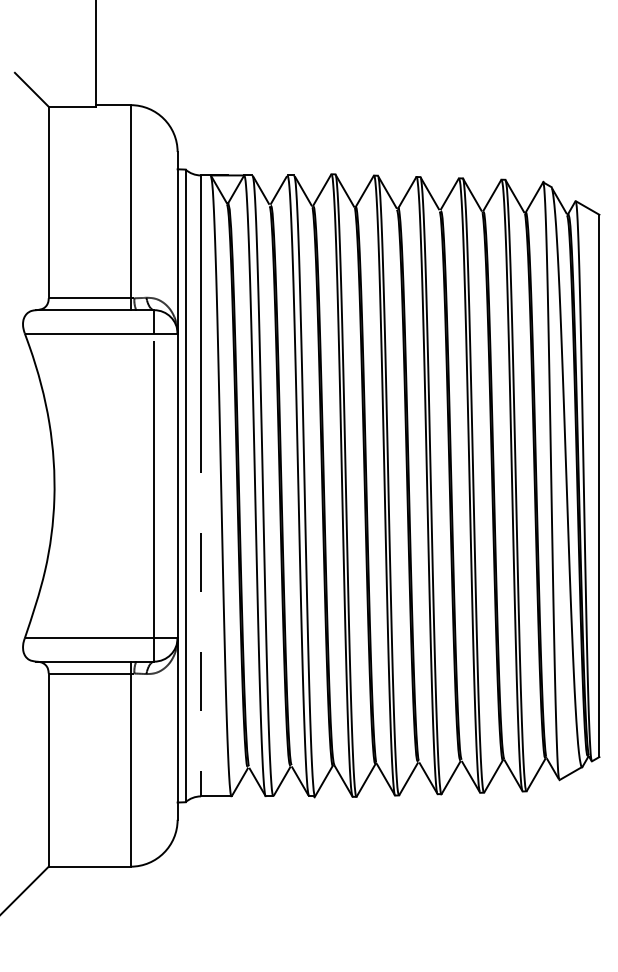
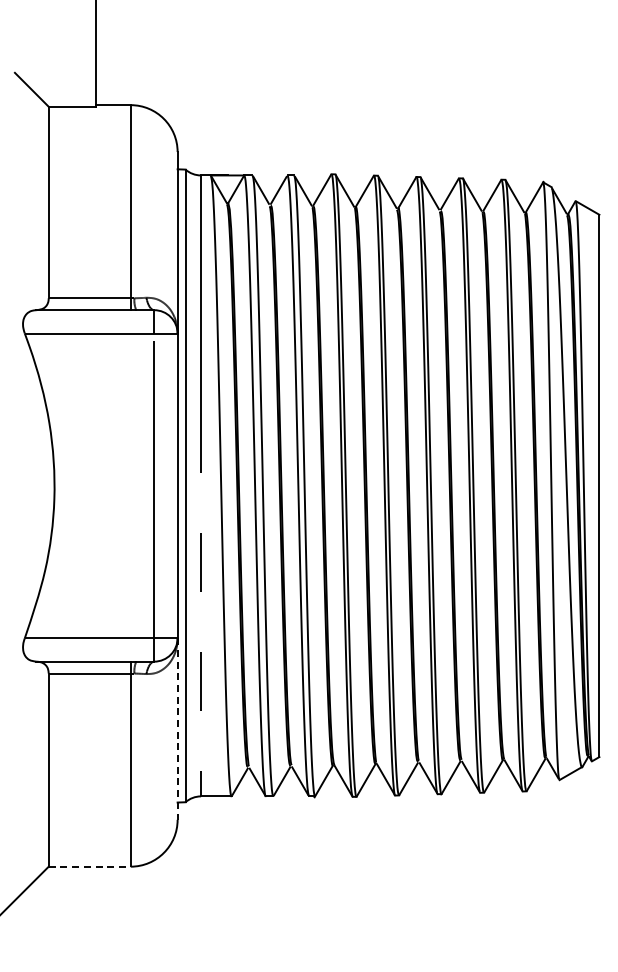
line at (177, 729): solid -> dashed
line at (90, 866): solid -> dashed
